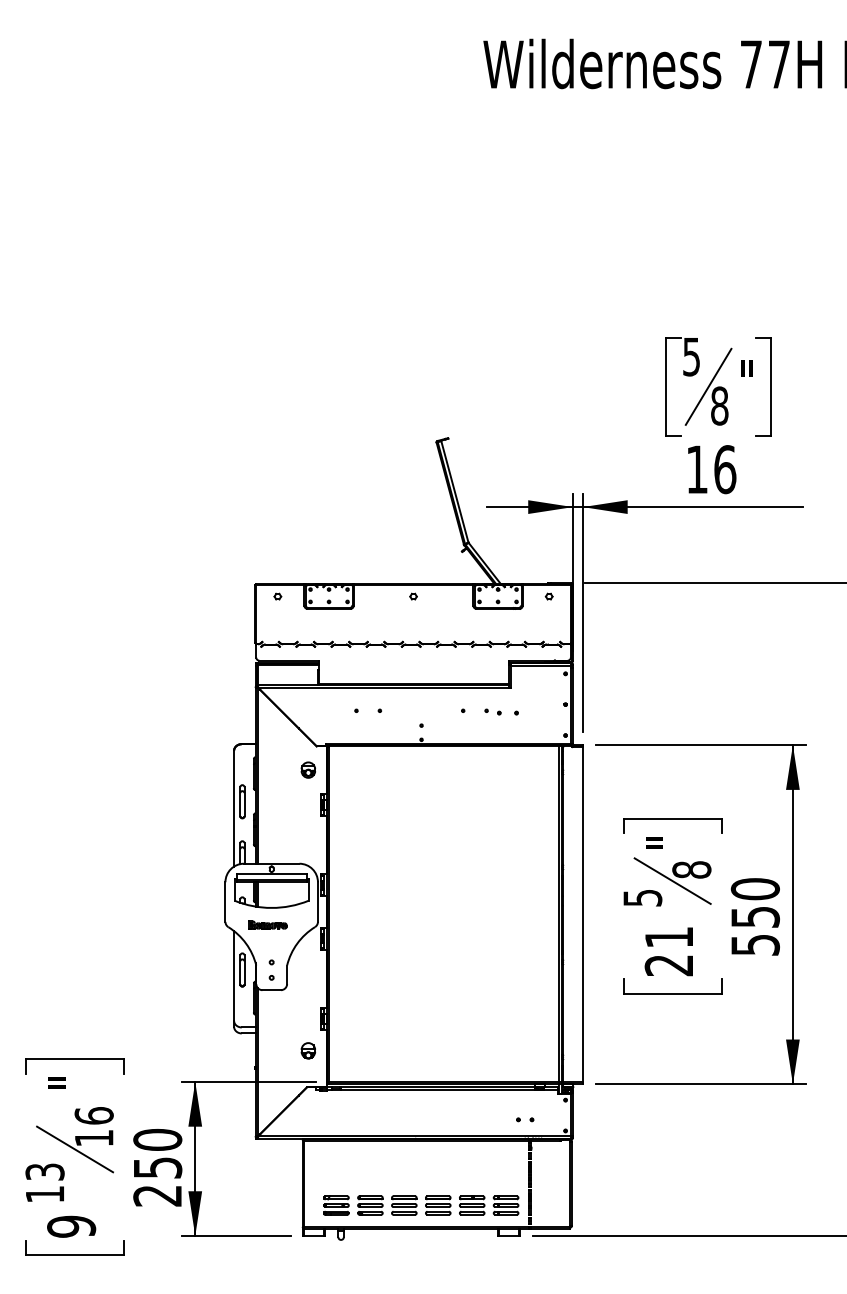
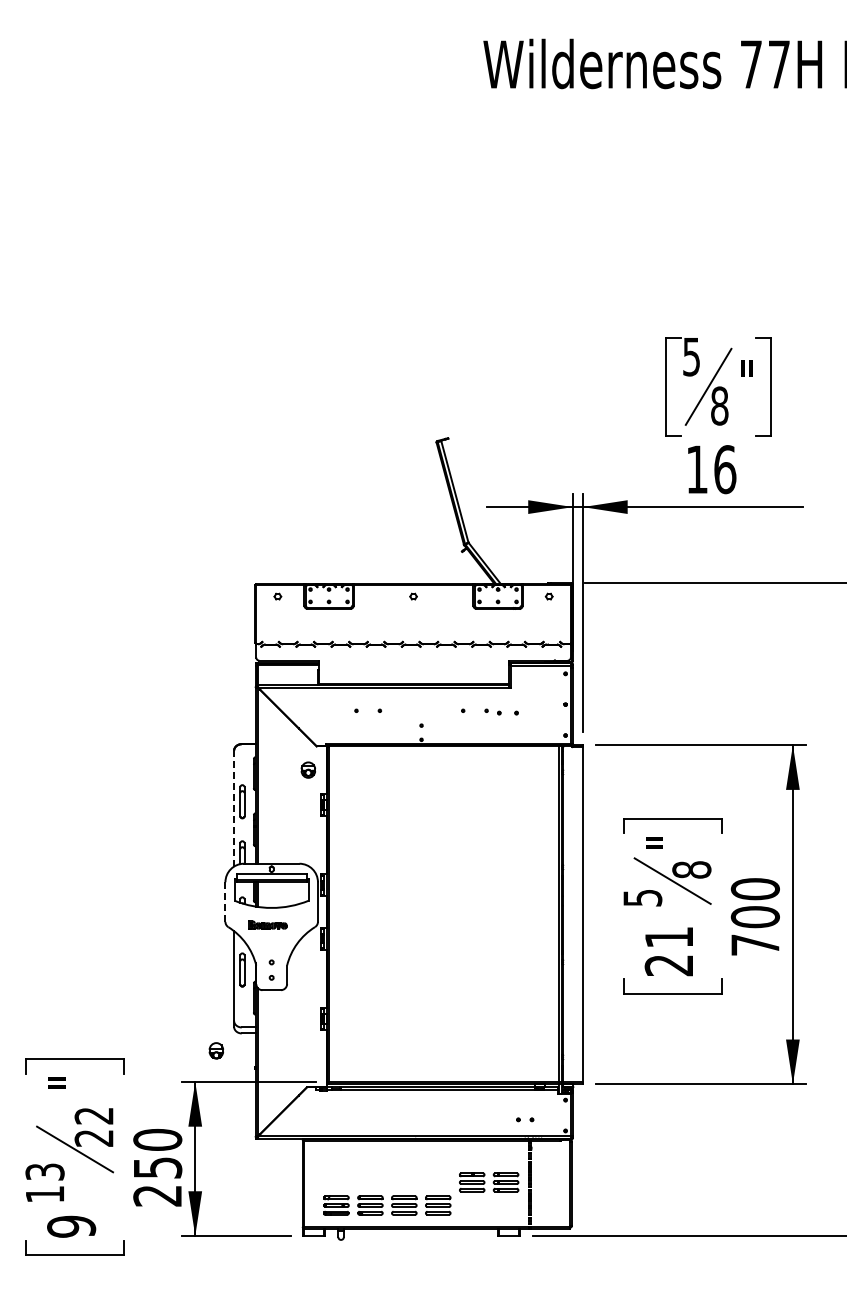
line at (234, 808): solid -> dashed
line at (225, 902): solid -> dashed
text at (754, 930): 550 -> 700
part at (307, 1050) position: (307, 1050) -> (215, 1050)
text at (93, 1126): 16 -> 22
part at (489, 1205) position: (489, 1205) -> (489, 1182)
